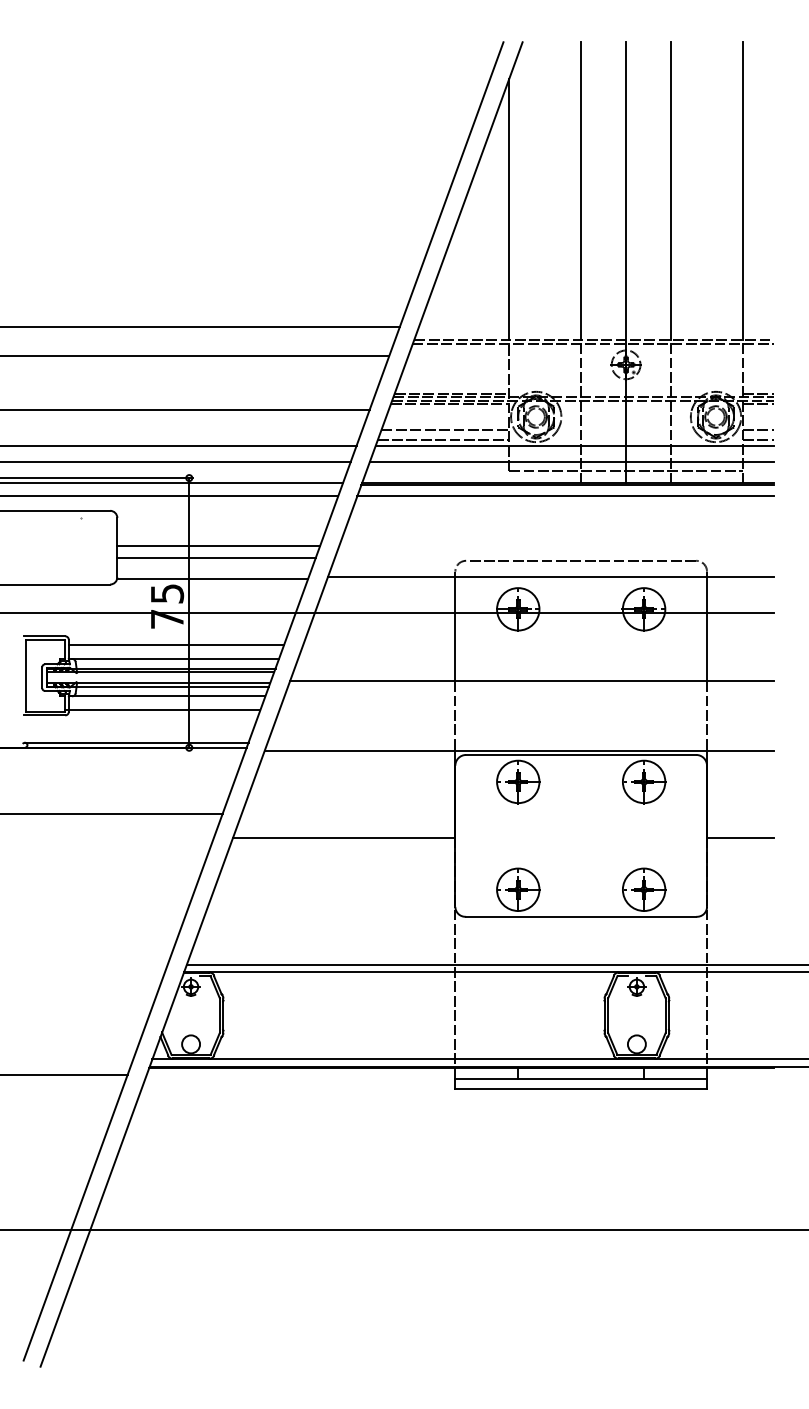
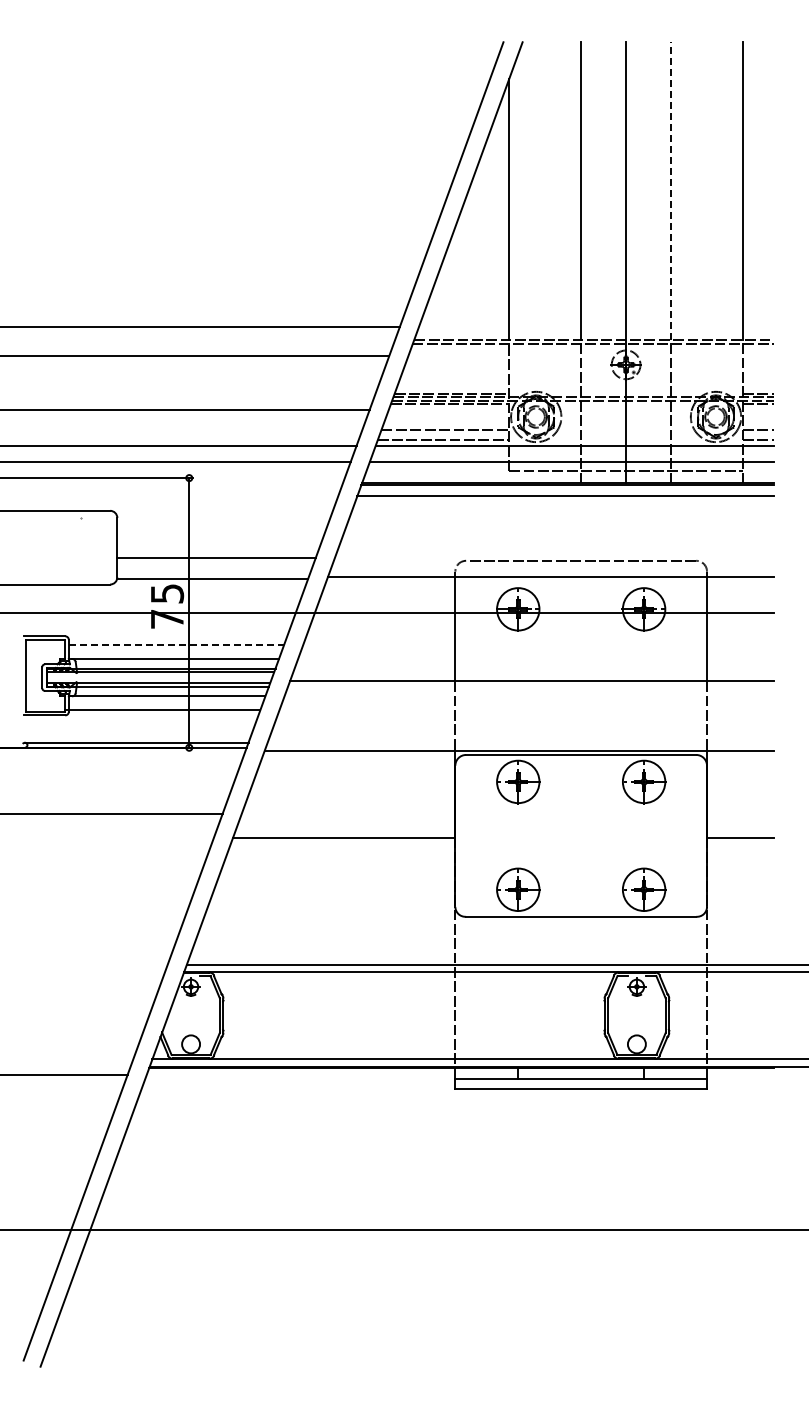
line at (671, 190): solid -> dashed
line at (172, 483): present -> none
line at (170, 496): present -> none
line at (218, 545): present -> none
line at (176, 645): solid -> dashed
